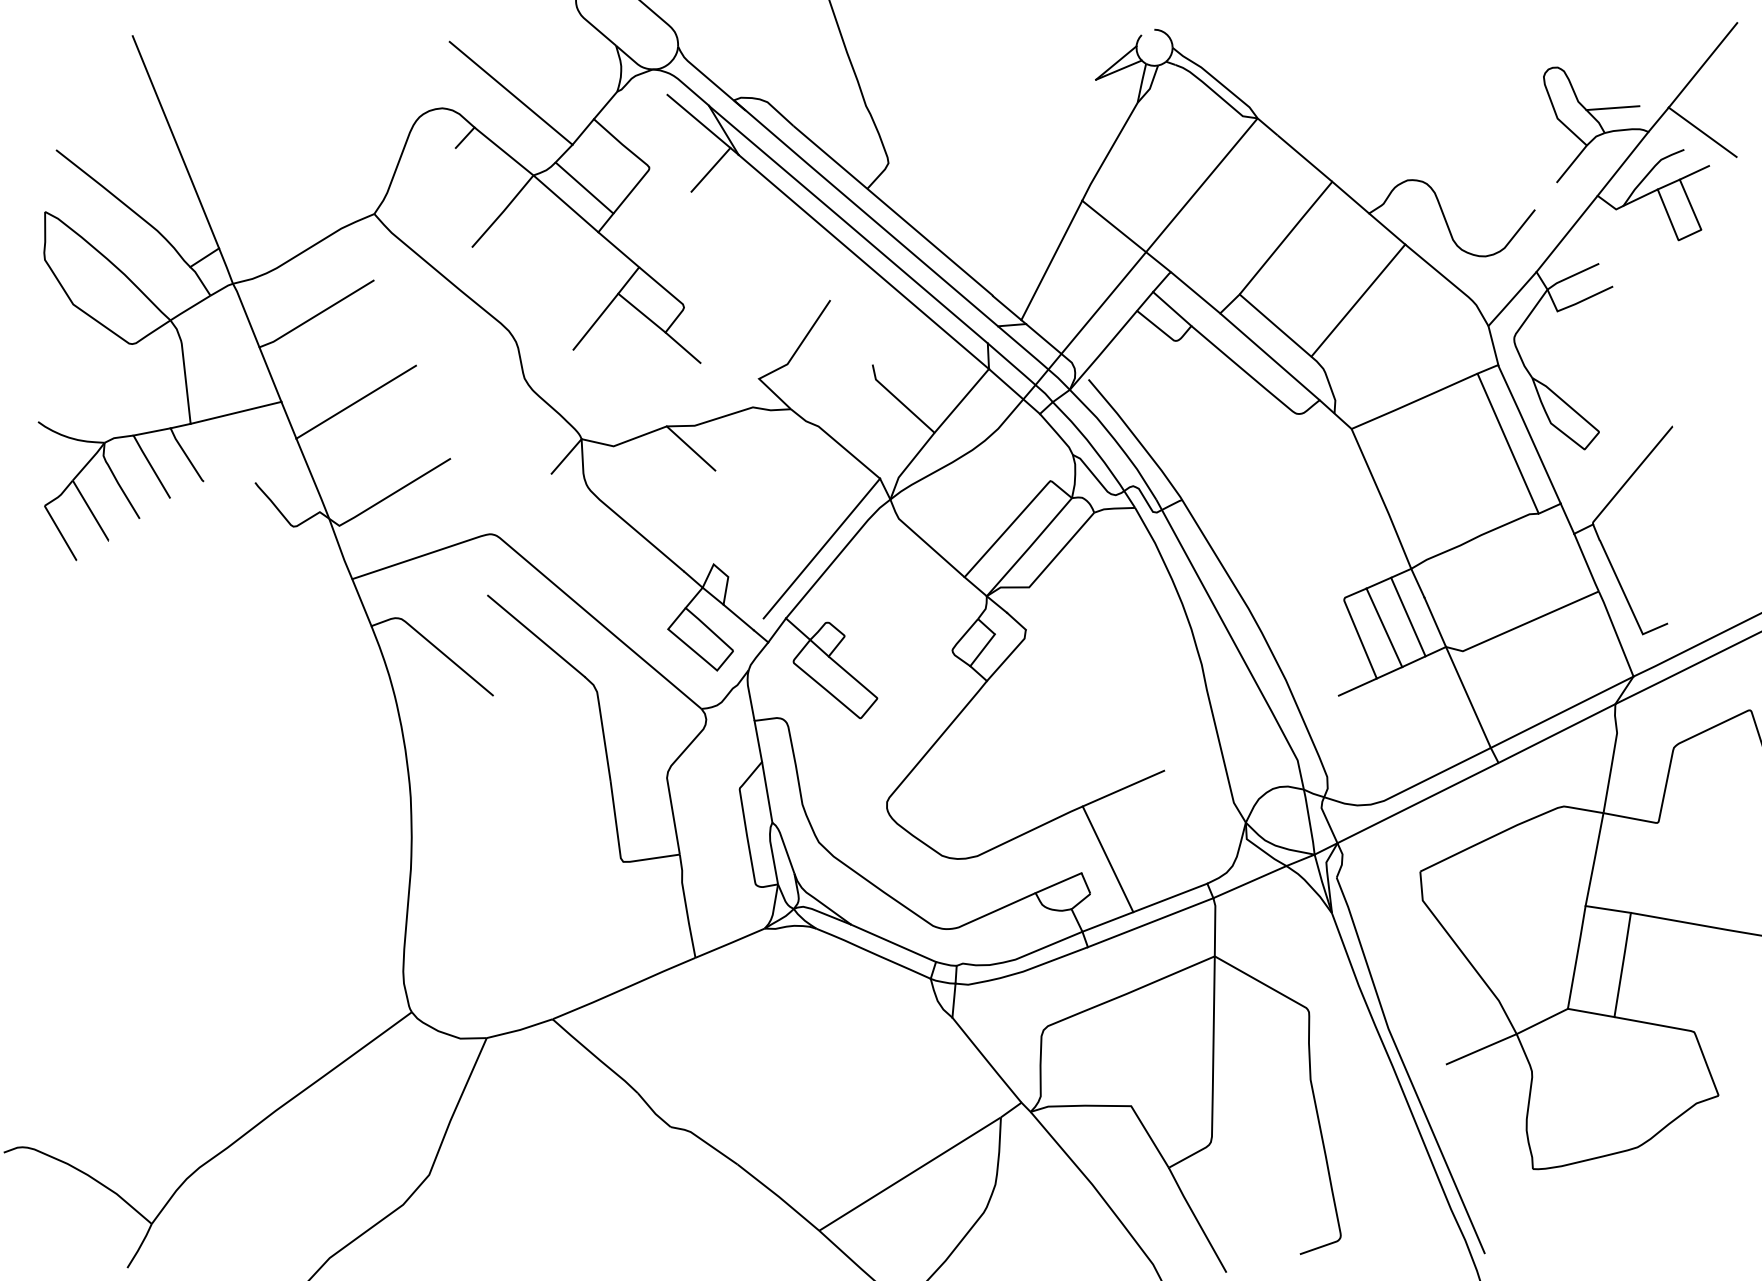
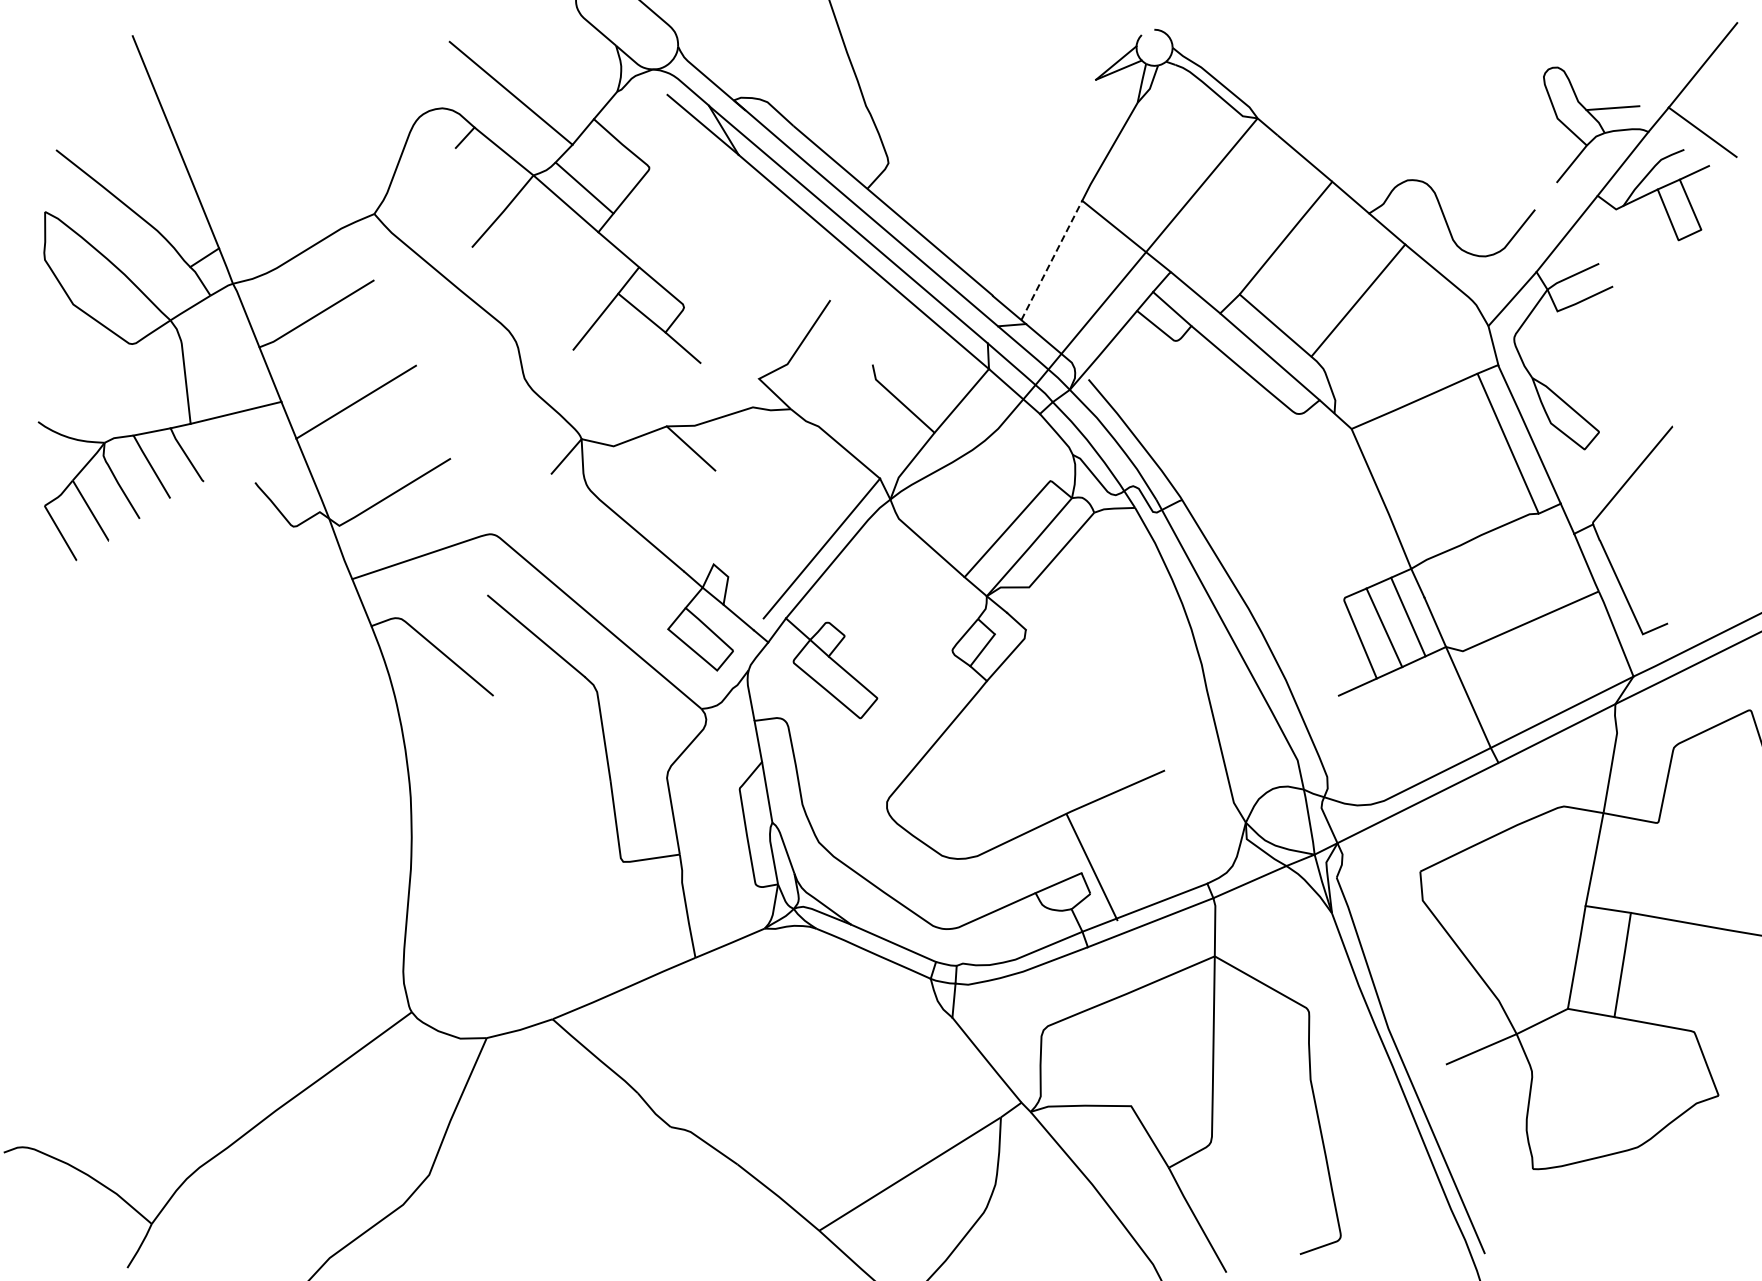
line at (710, 169): present -> none
line at (1051, 260): solid -> dashed
line at (1107, 859) position: (1107, 859) -> (1091, 867)
